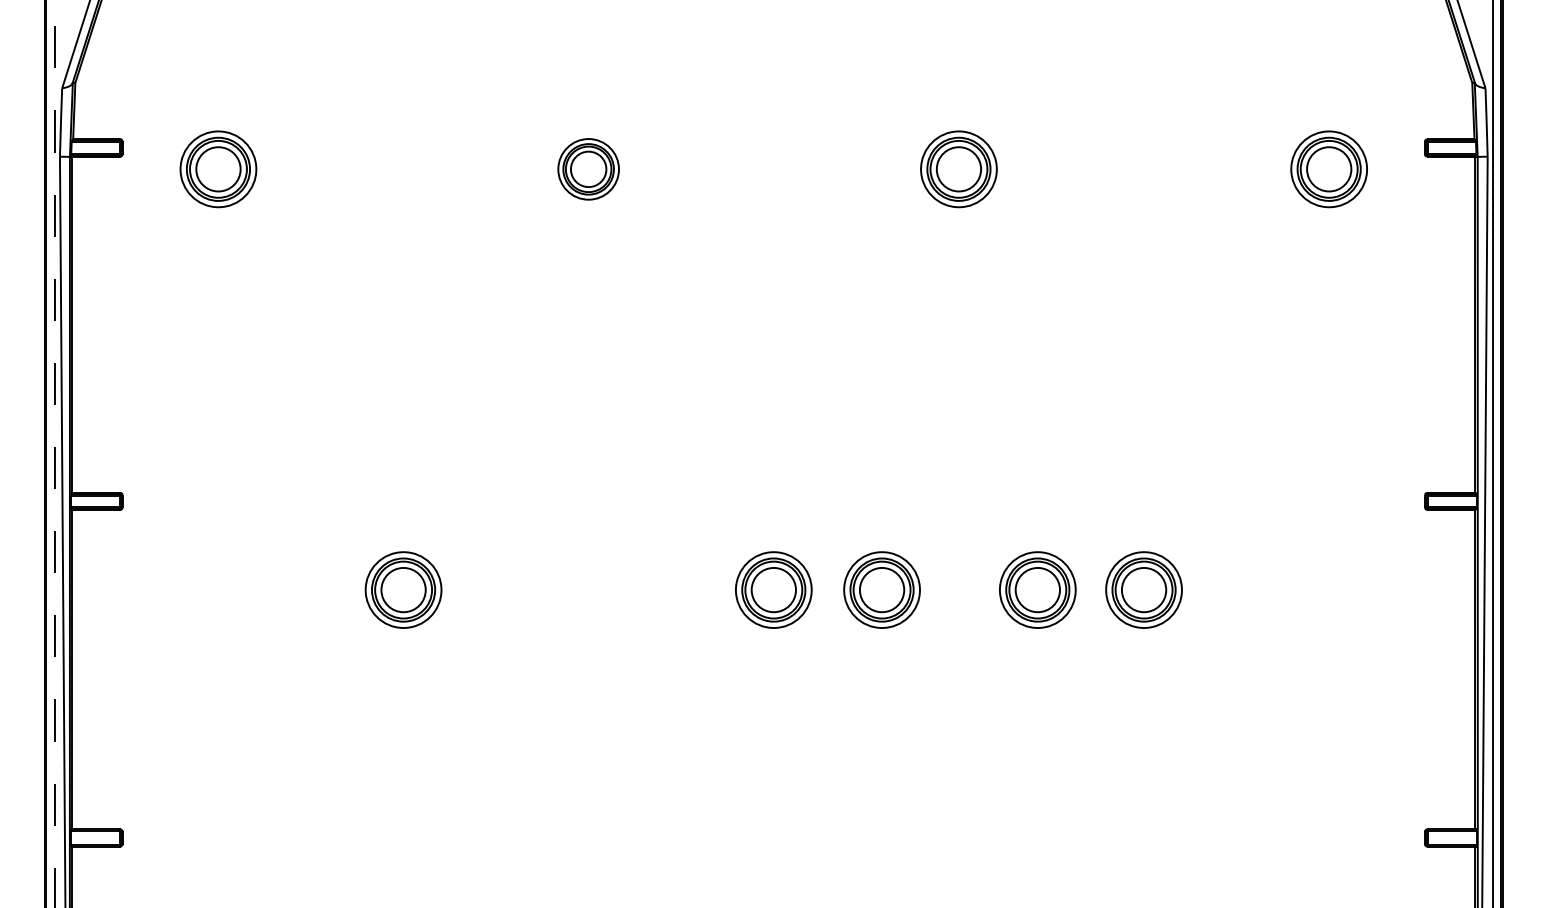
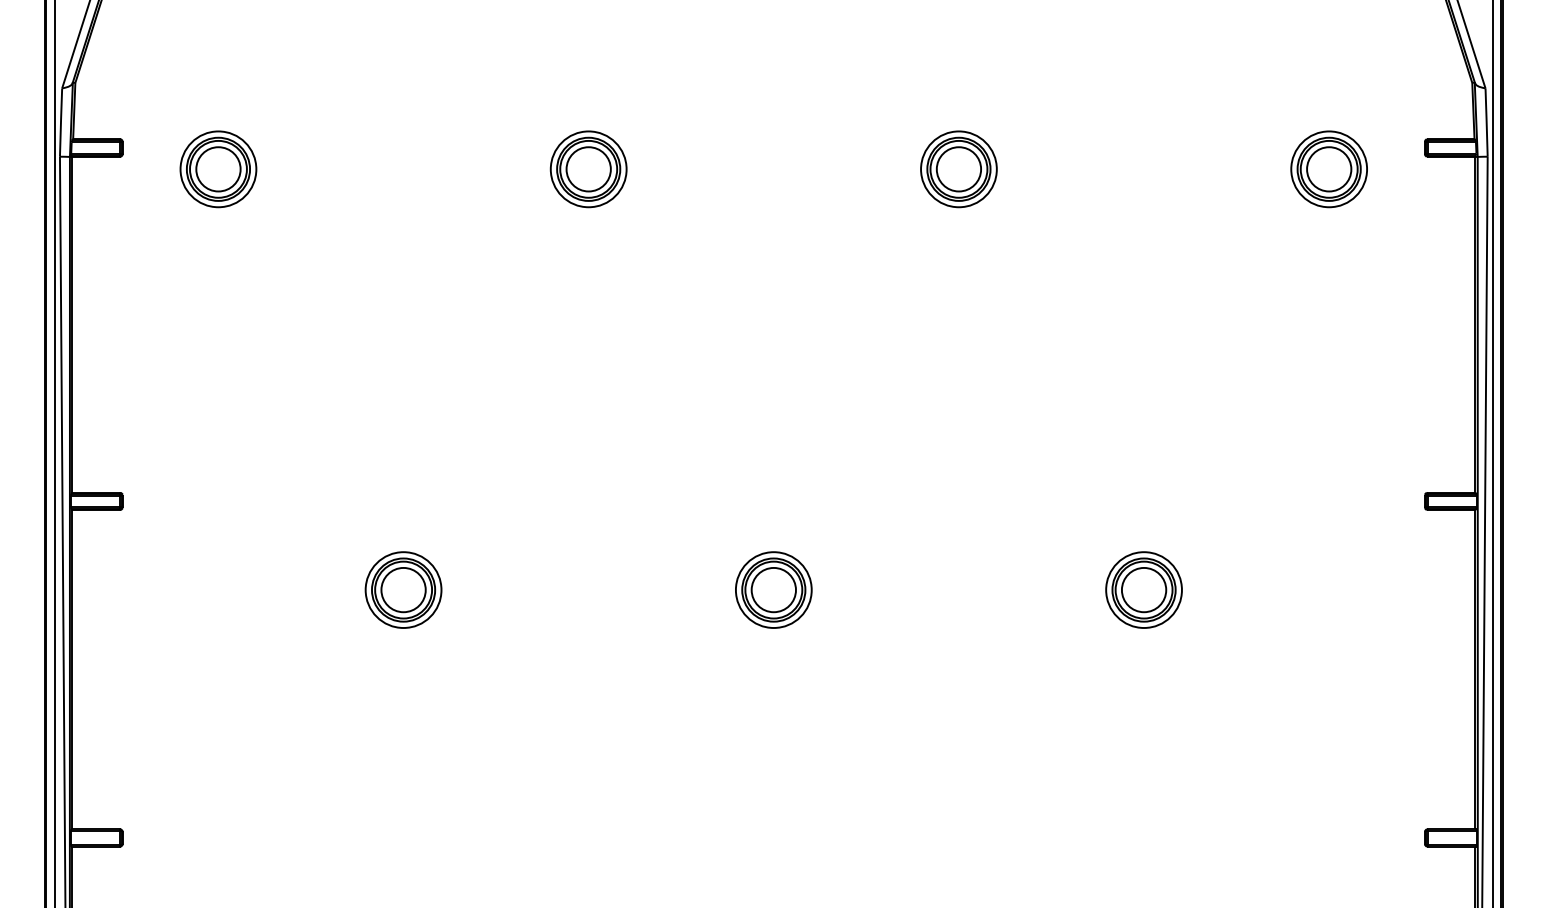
part at (588, 169) size: 63x63 px -> 79x79 px
line at (54, 454): dashed -> solid
part at (881, 589): present -> none
part at (1037, 589): present -> none
